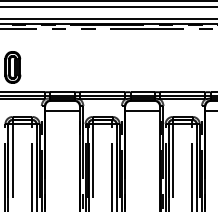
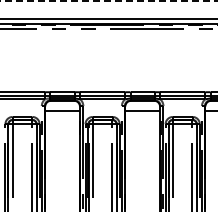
line at (108, 1): solid -> dashed
line at (108, 6): present -> none
part at (12, 67): present -> none
